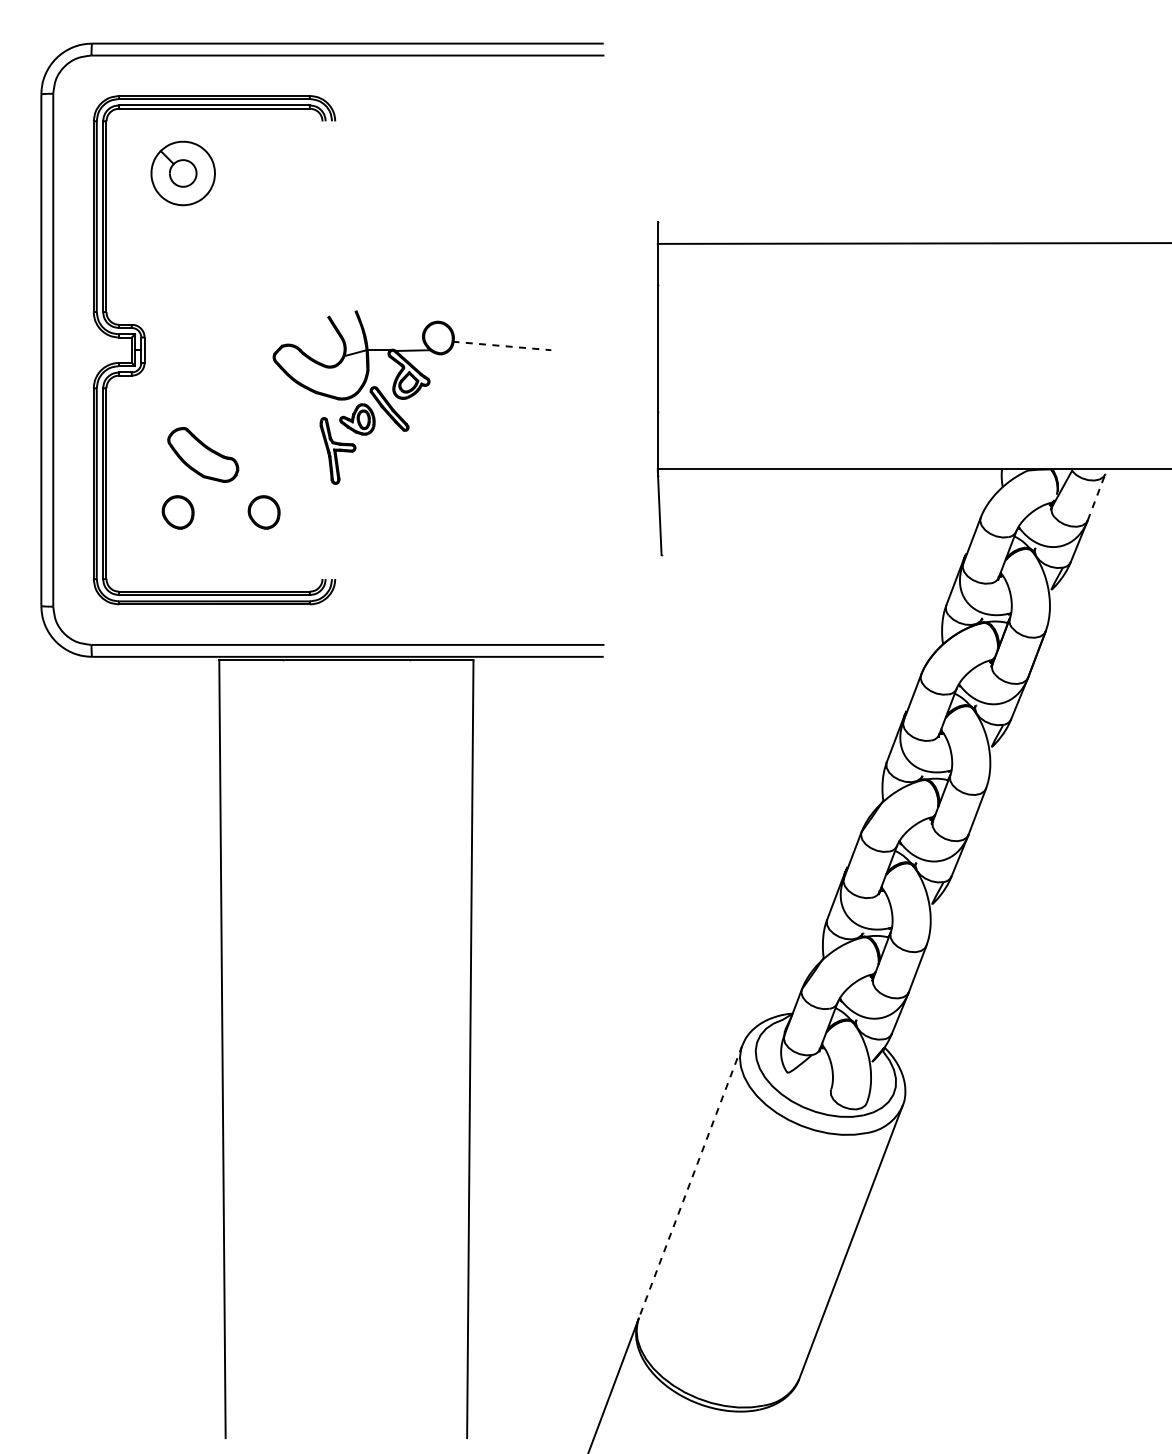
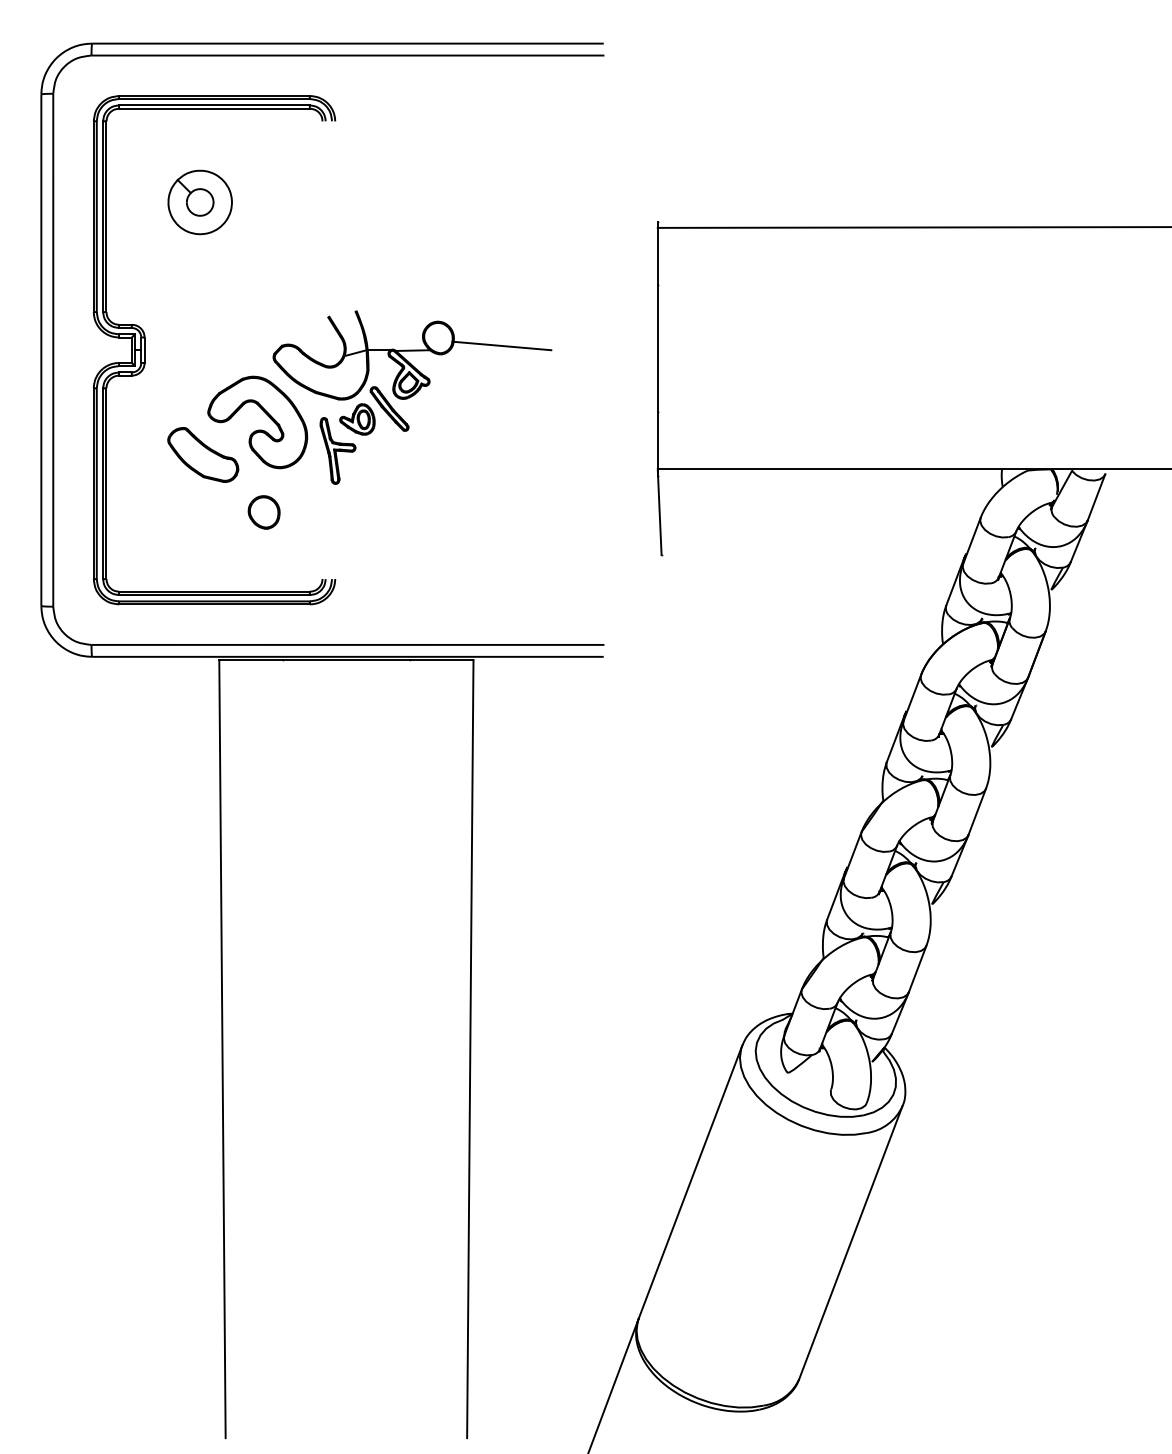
part at (182, 173) position: (182, 173) -> (199, 202)
line at (912, 243) position: (912, 243) -> (912, 227)
line at (501, 345): dashed -> solid
part at (258, 429): none -> present
line at (1096, 497): dashed -> solid
part at (177, 512): present -> none
line at (690, 1182): dashed -> solid
